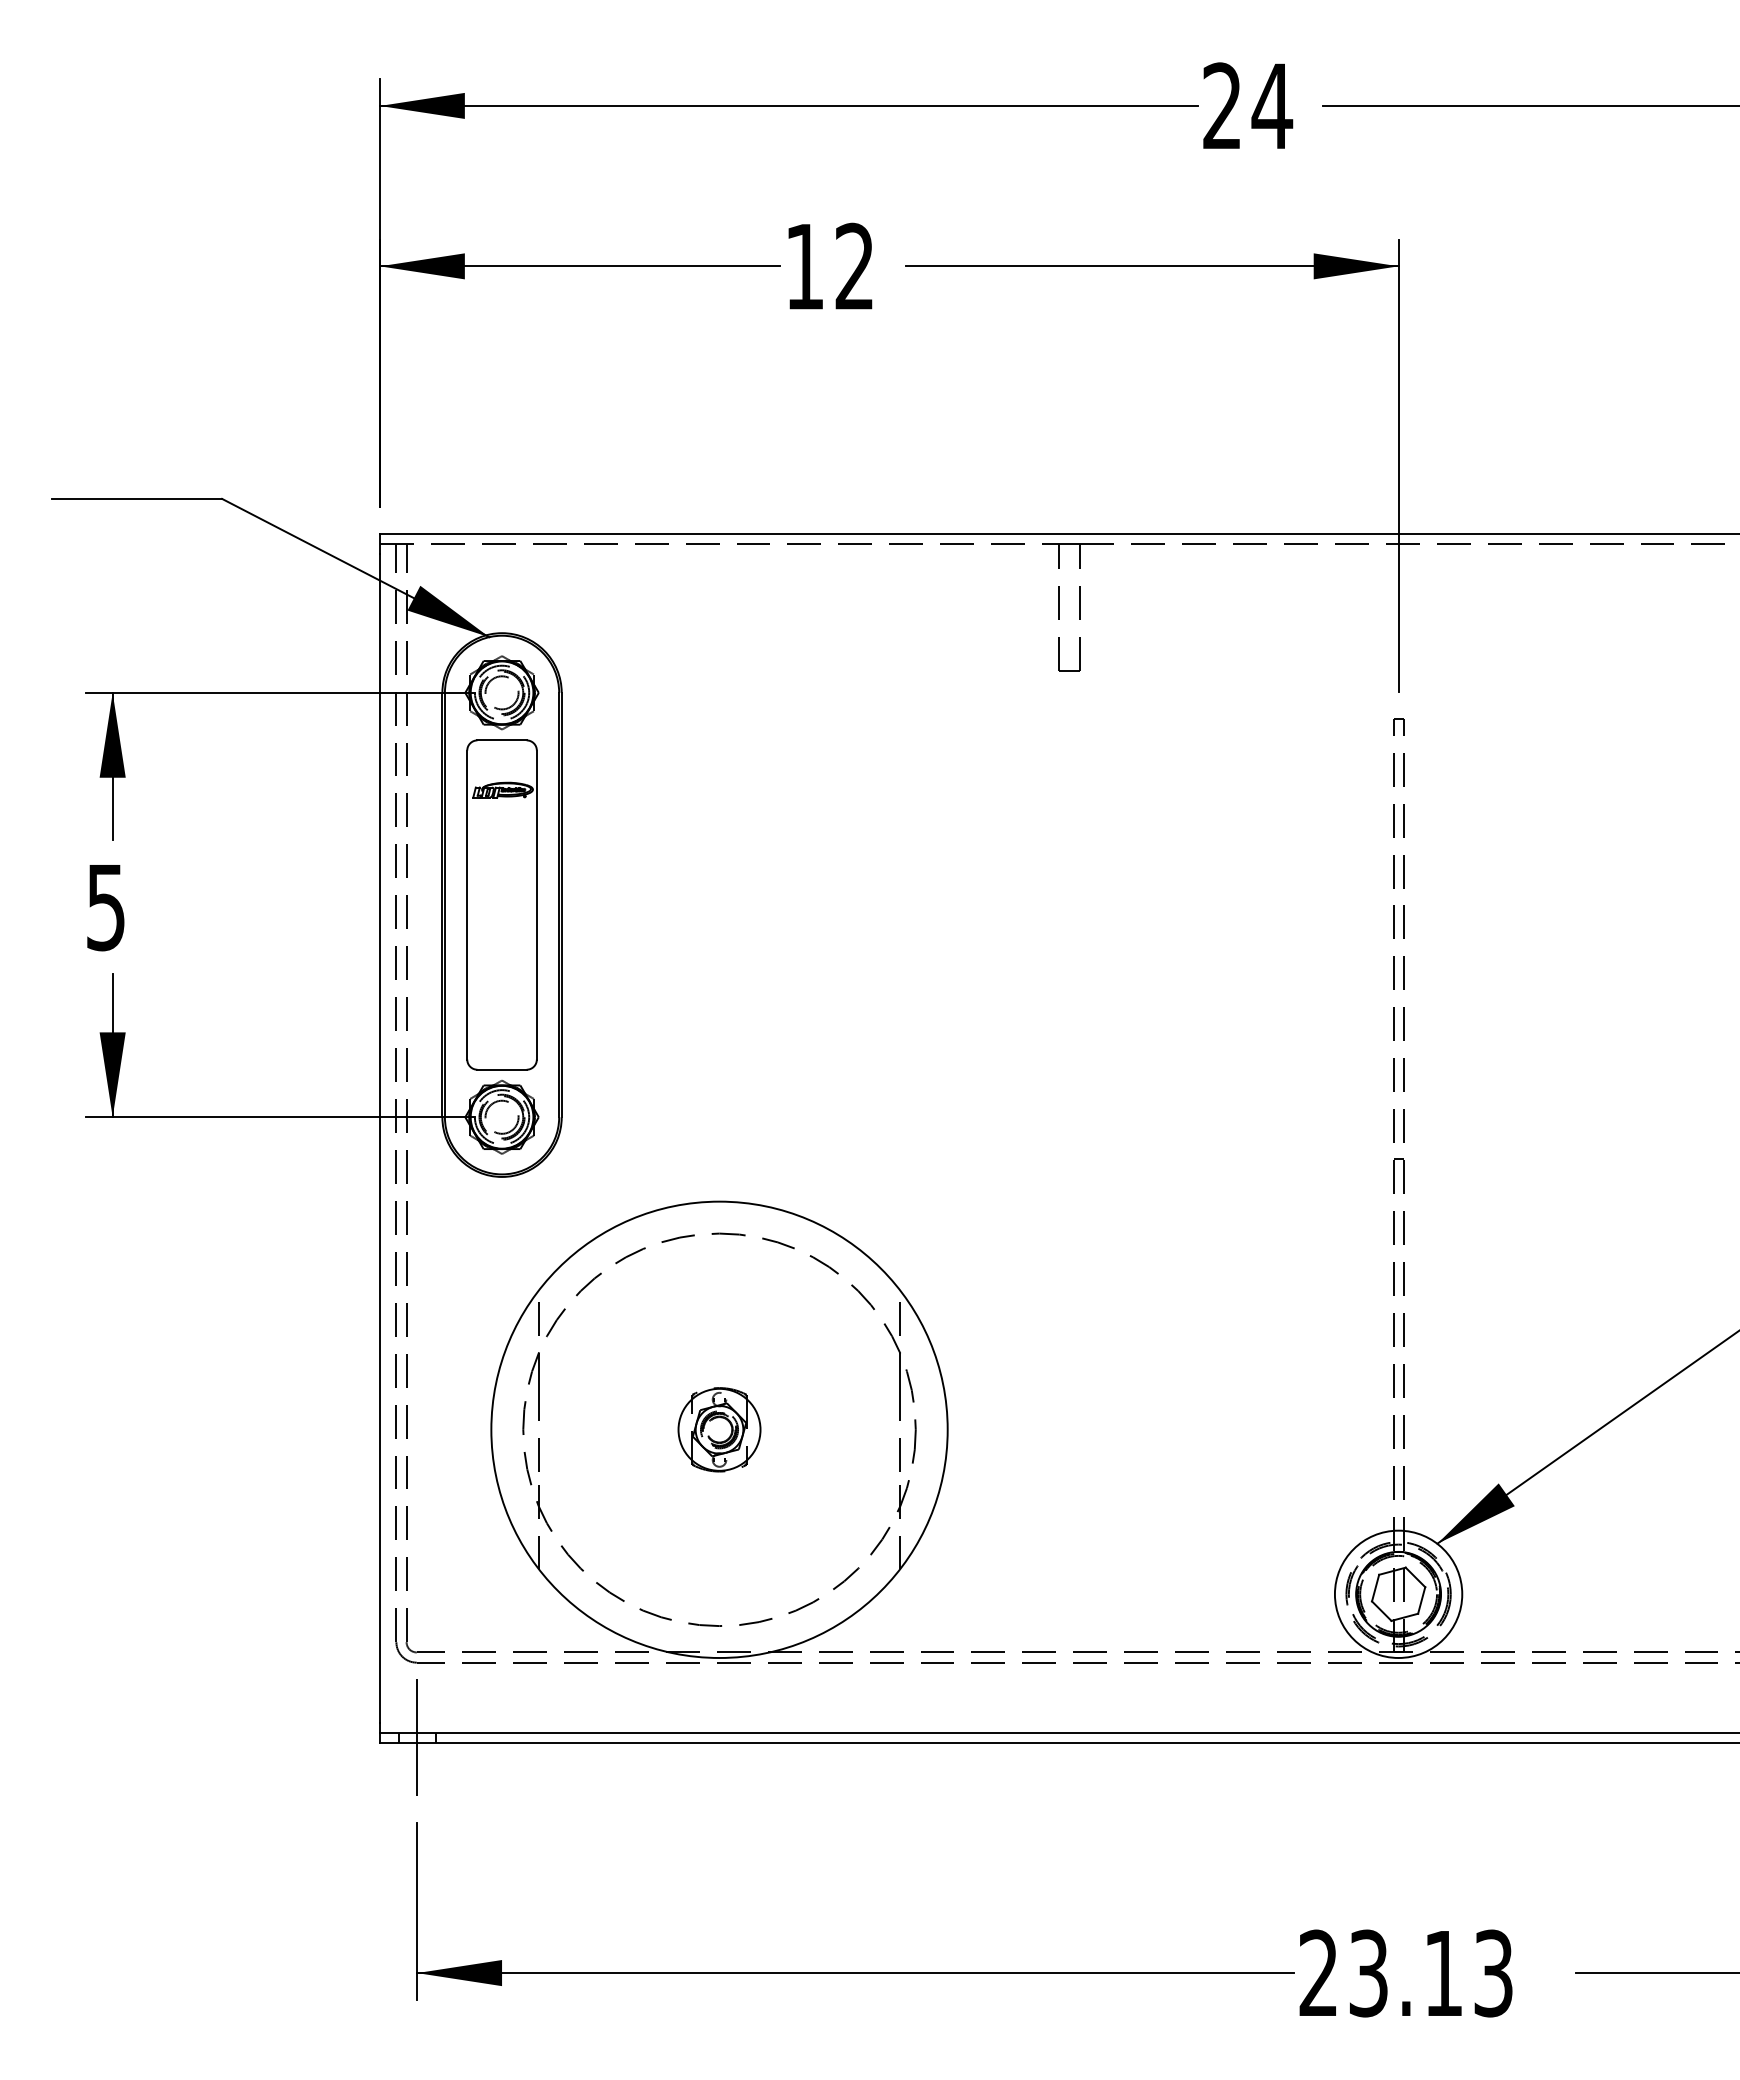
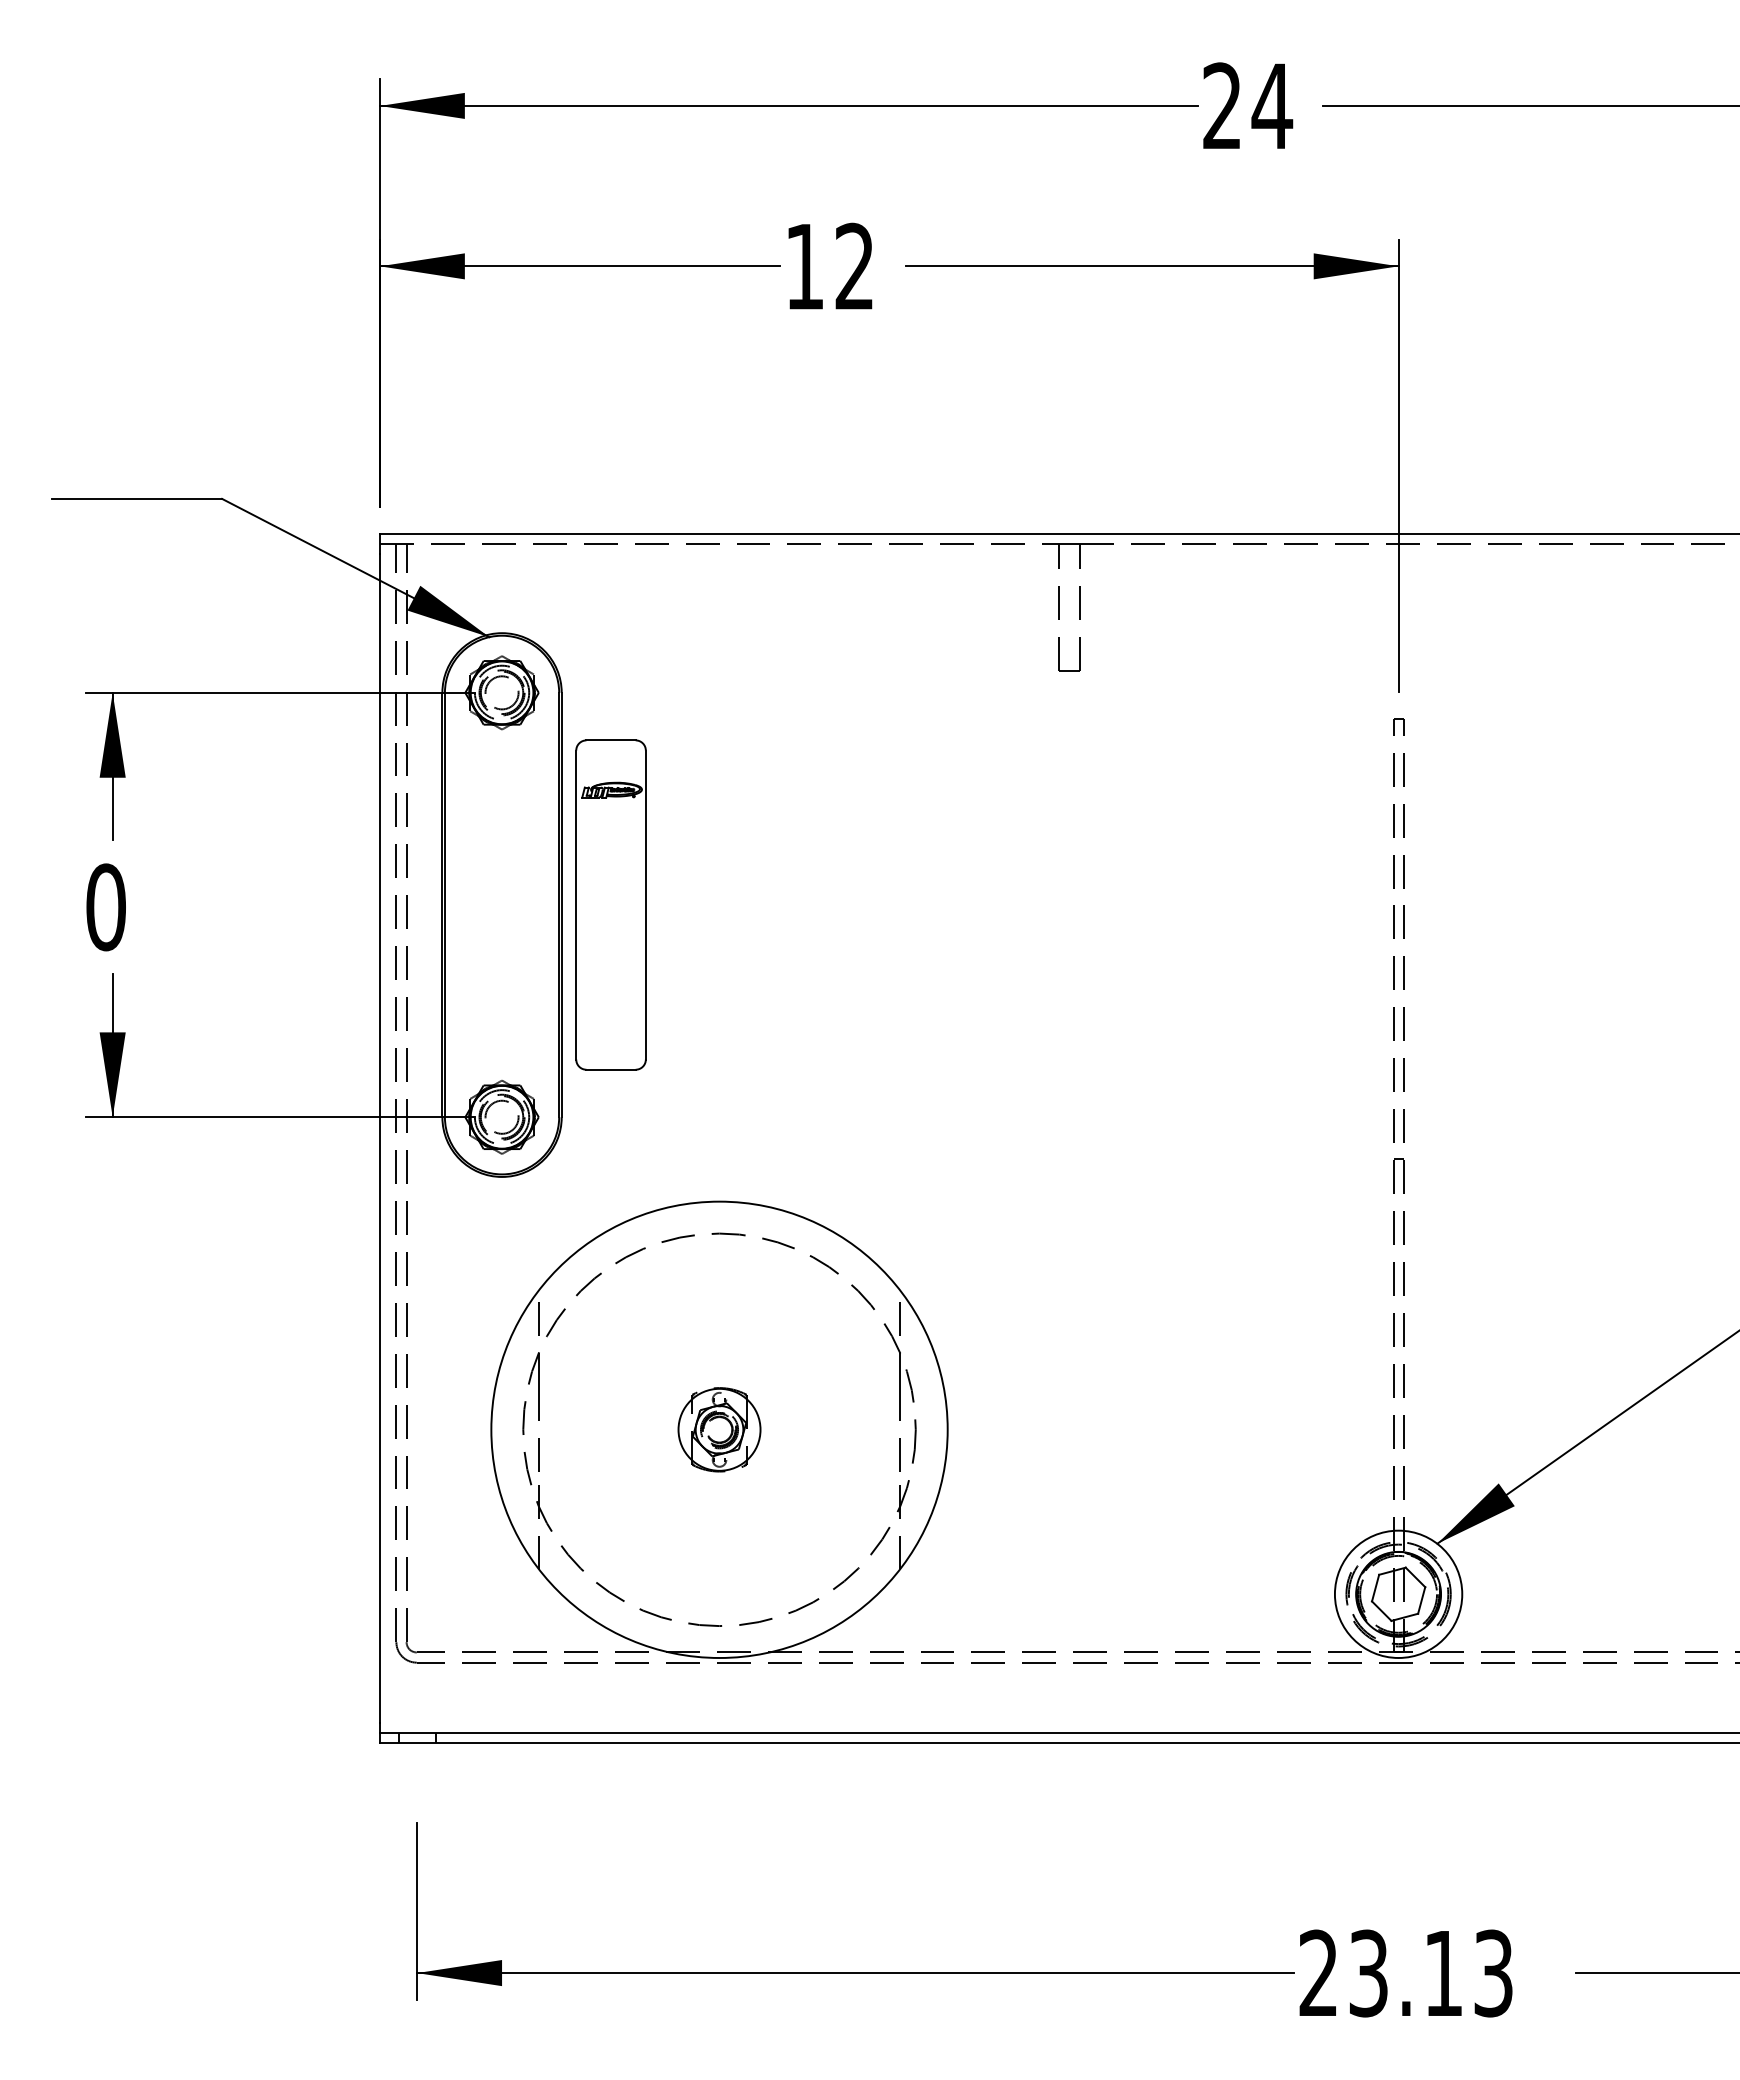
part at (501, 904) position: (501, 904) -> (610, 904)
text at (105, 907): 5 -> 0
line at (417, 1737): present -> none
